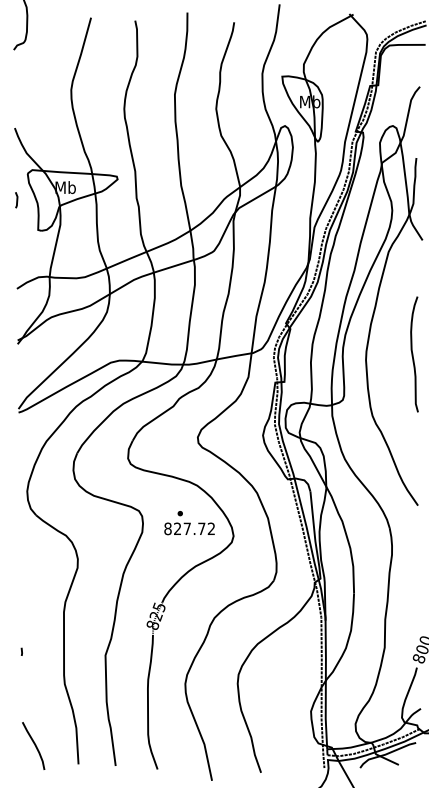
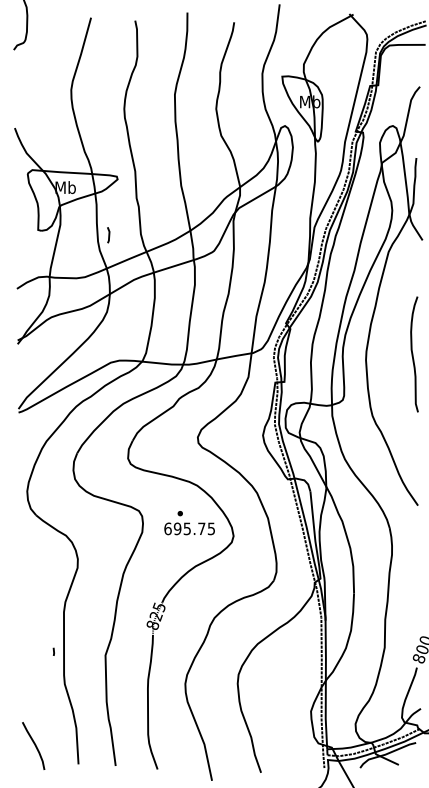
line at (16, 200) position: (16, 200) -> (108, 235)
text at (189, 528): 827.72 -> 695.75
line at (21, 651) position: (21, 651) -> (53, 651)
